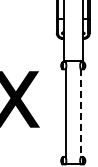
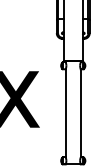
line at (80, 113): dashed -> solid
